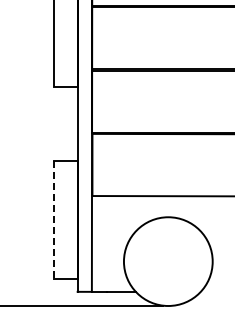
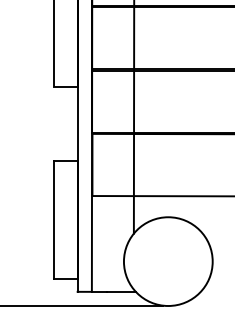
line at (133, 117): none -> present
line at (54, 220): dashed -> solid
